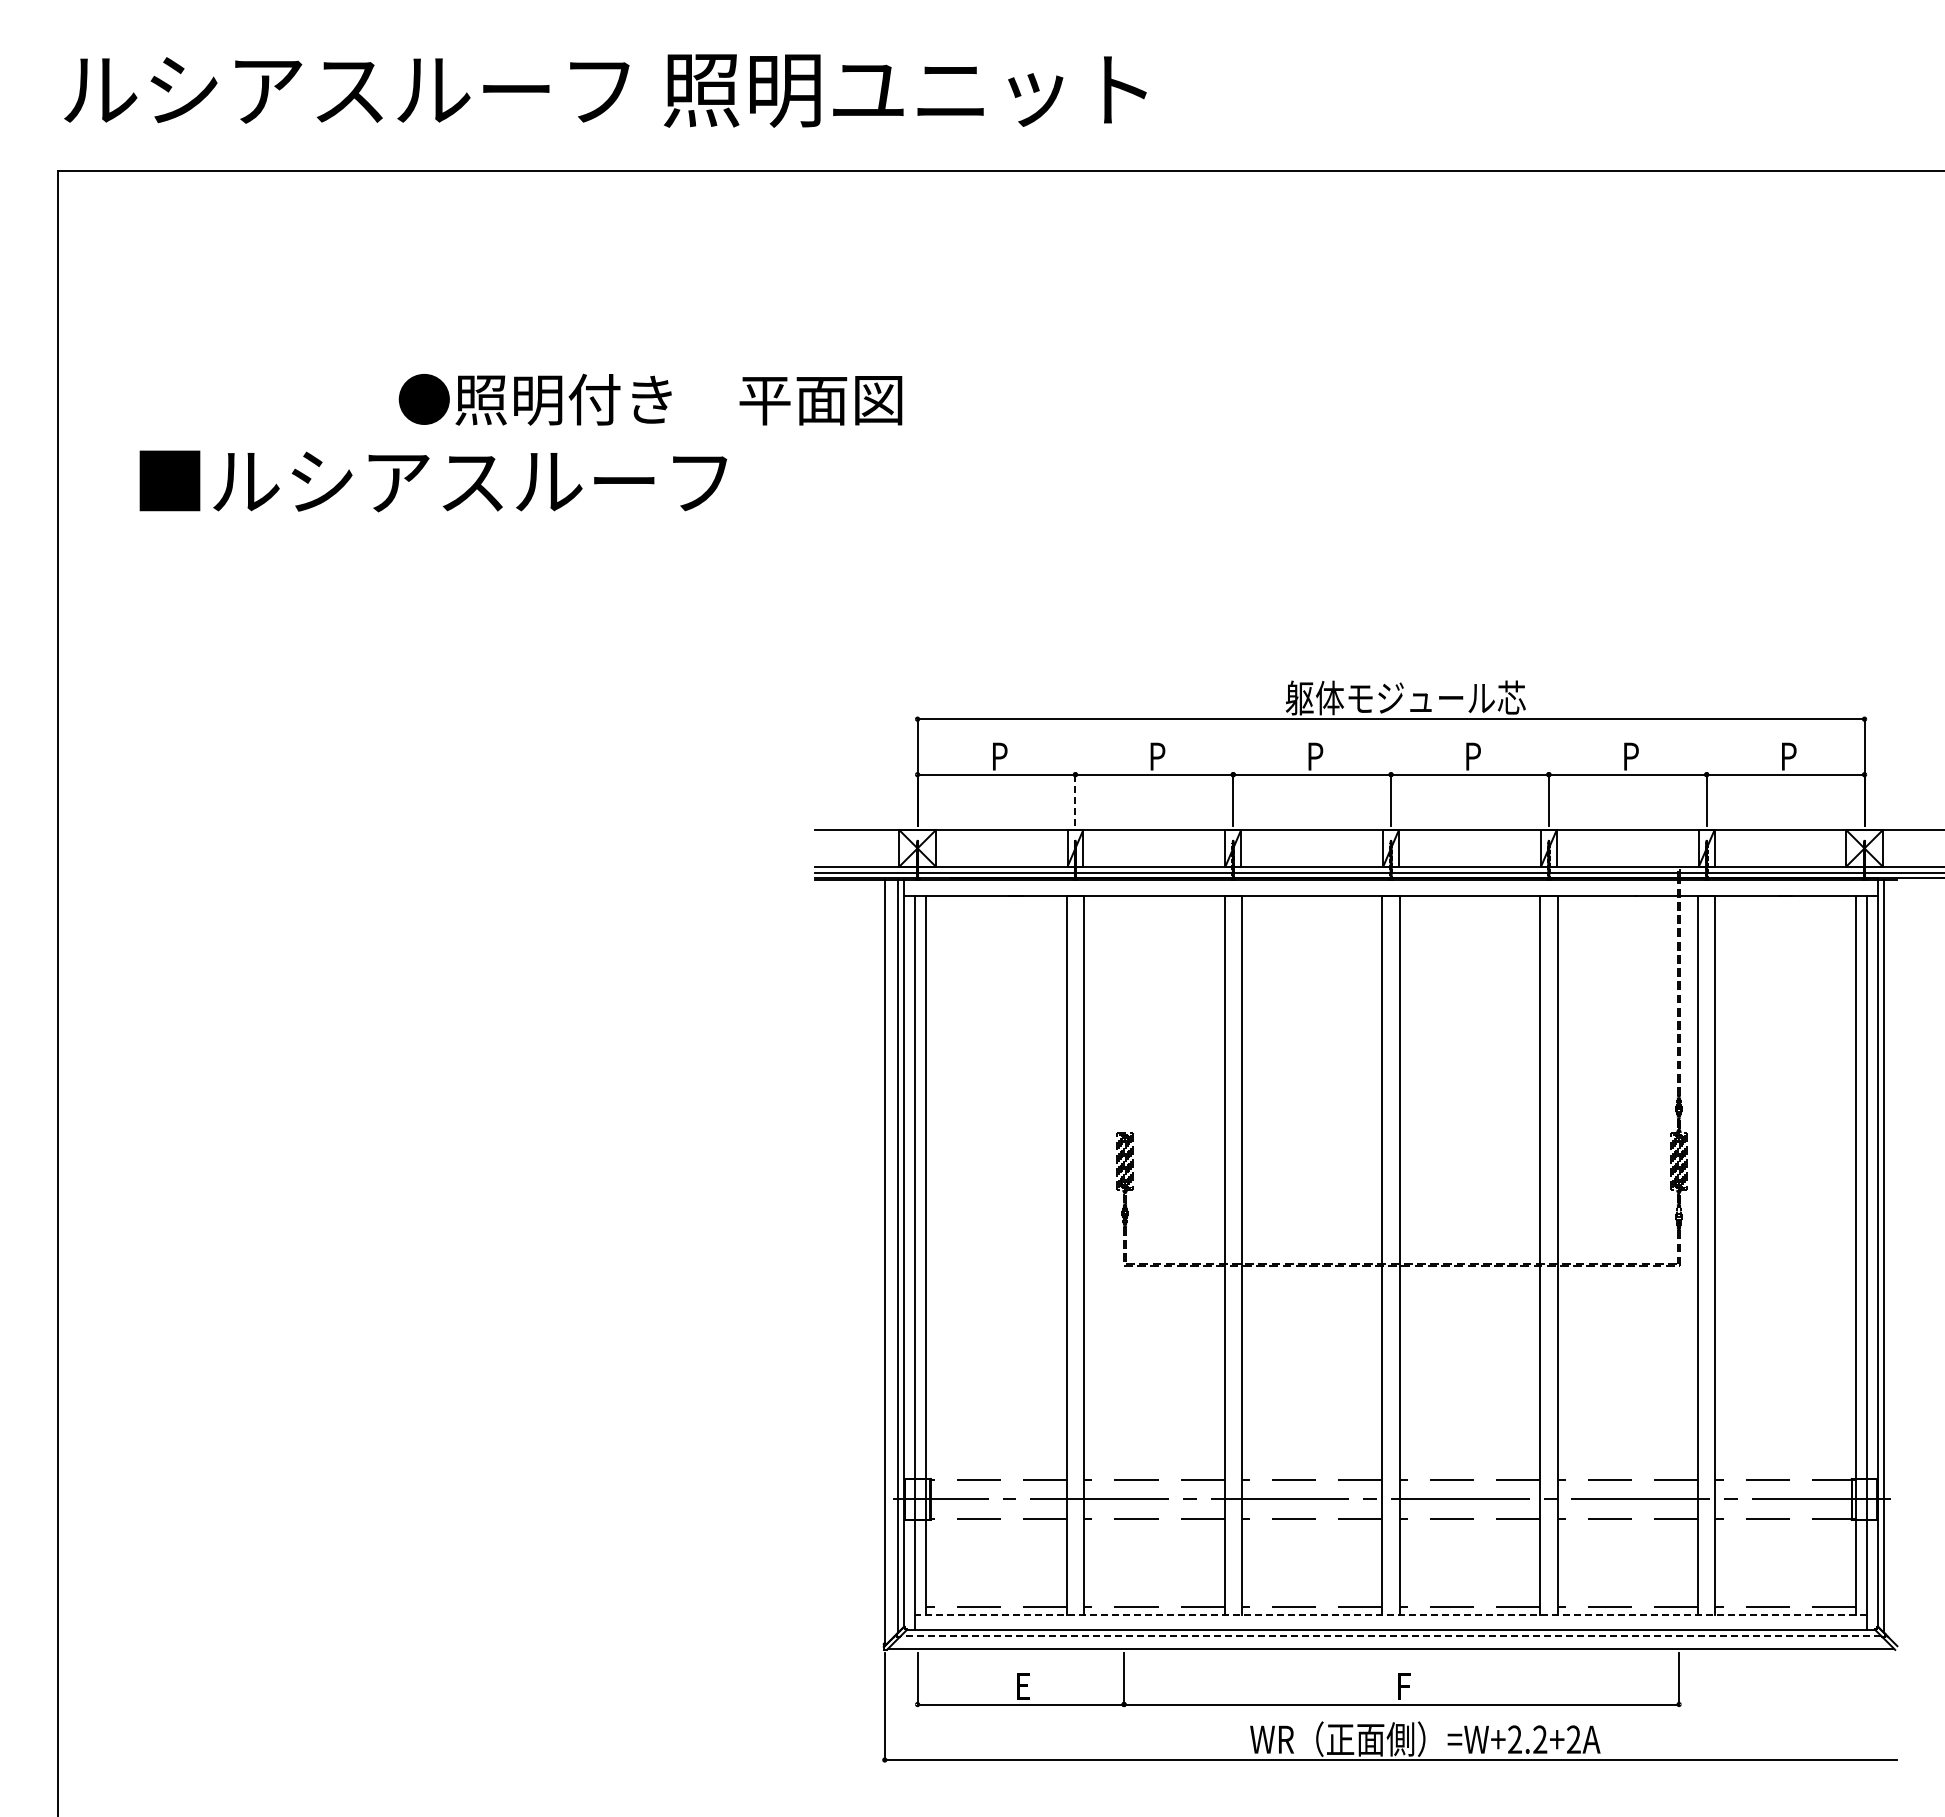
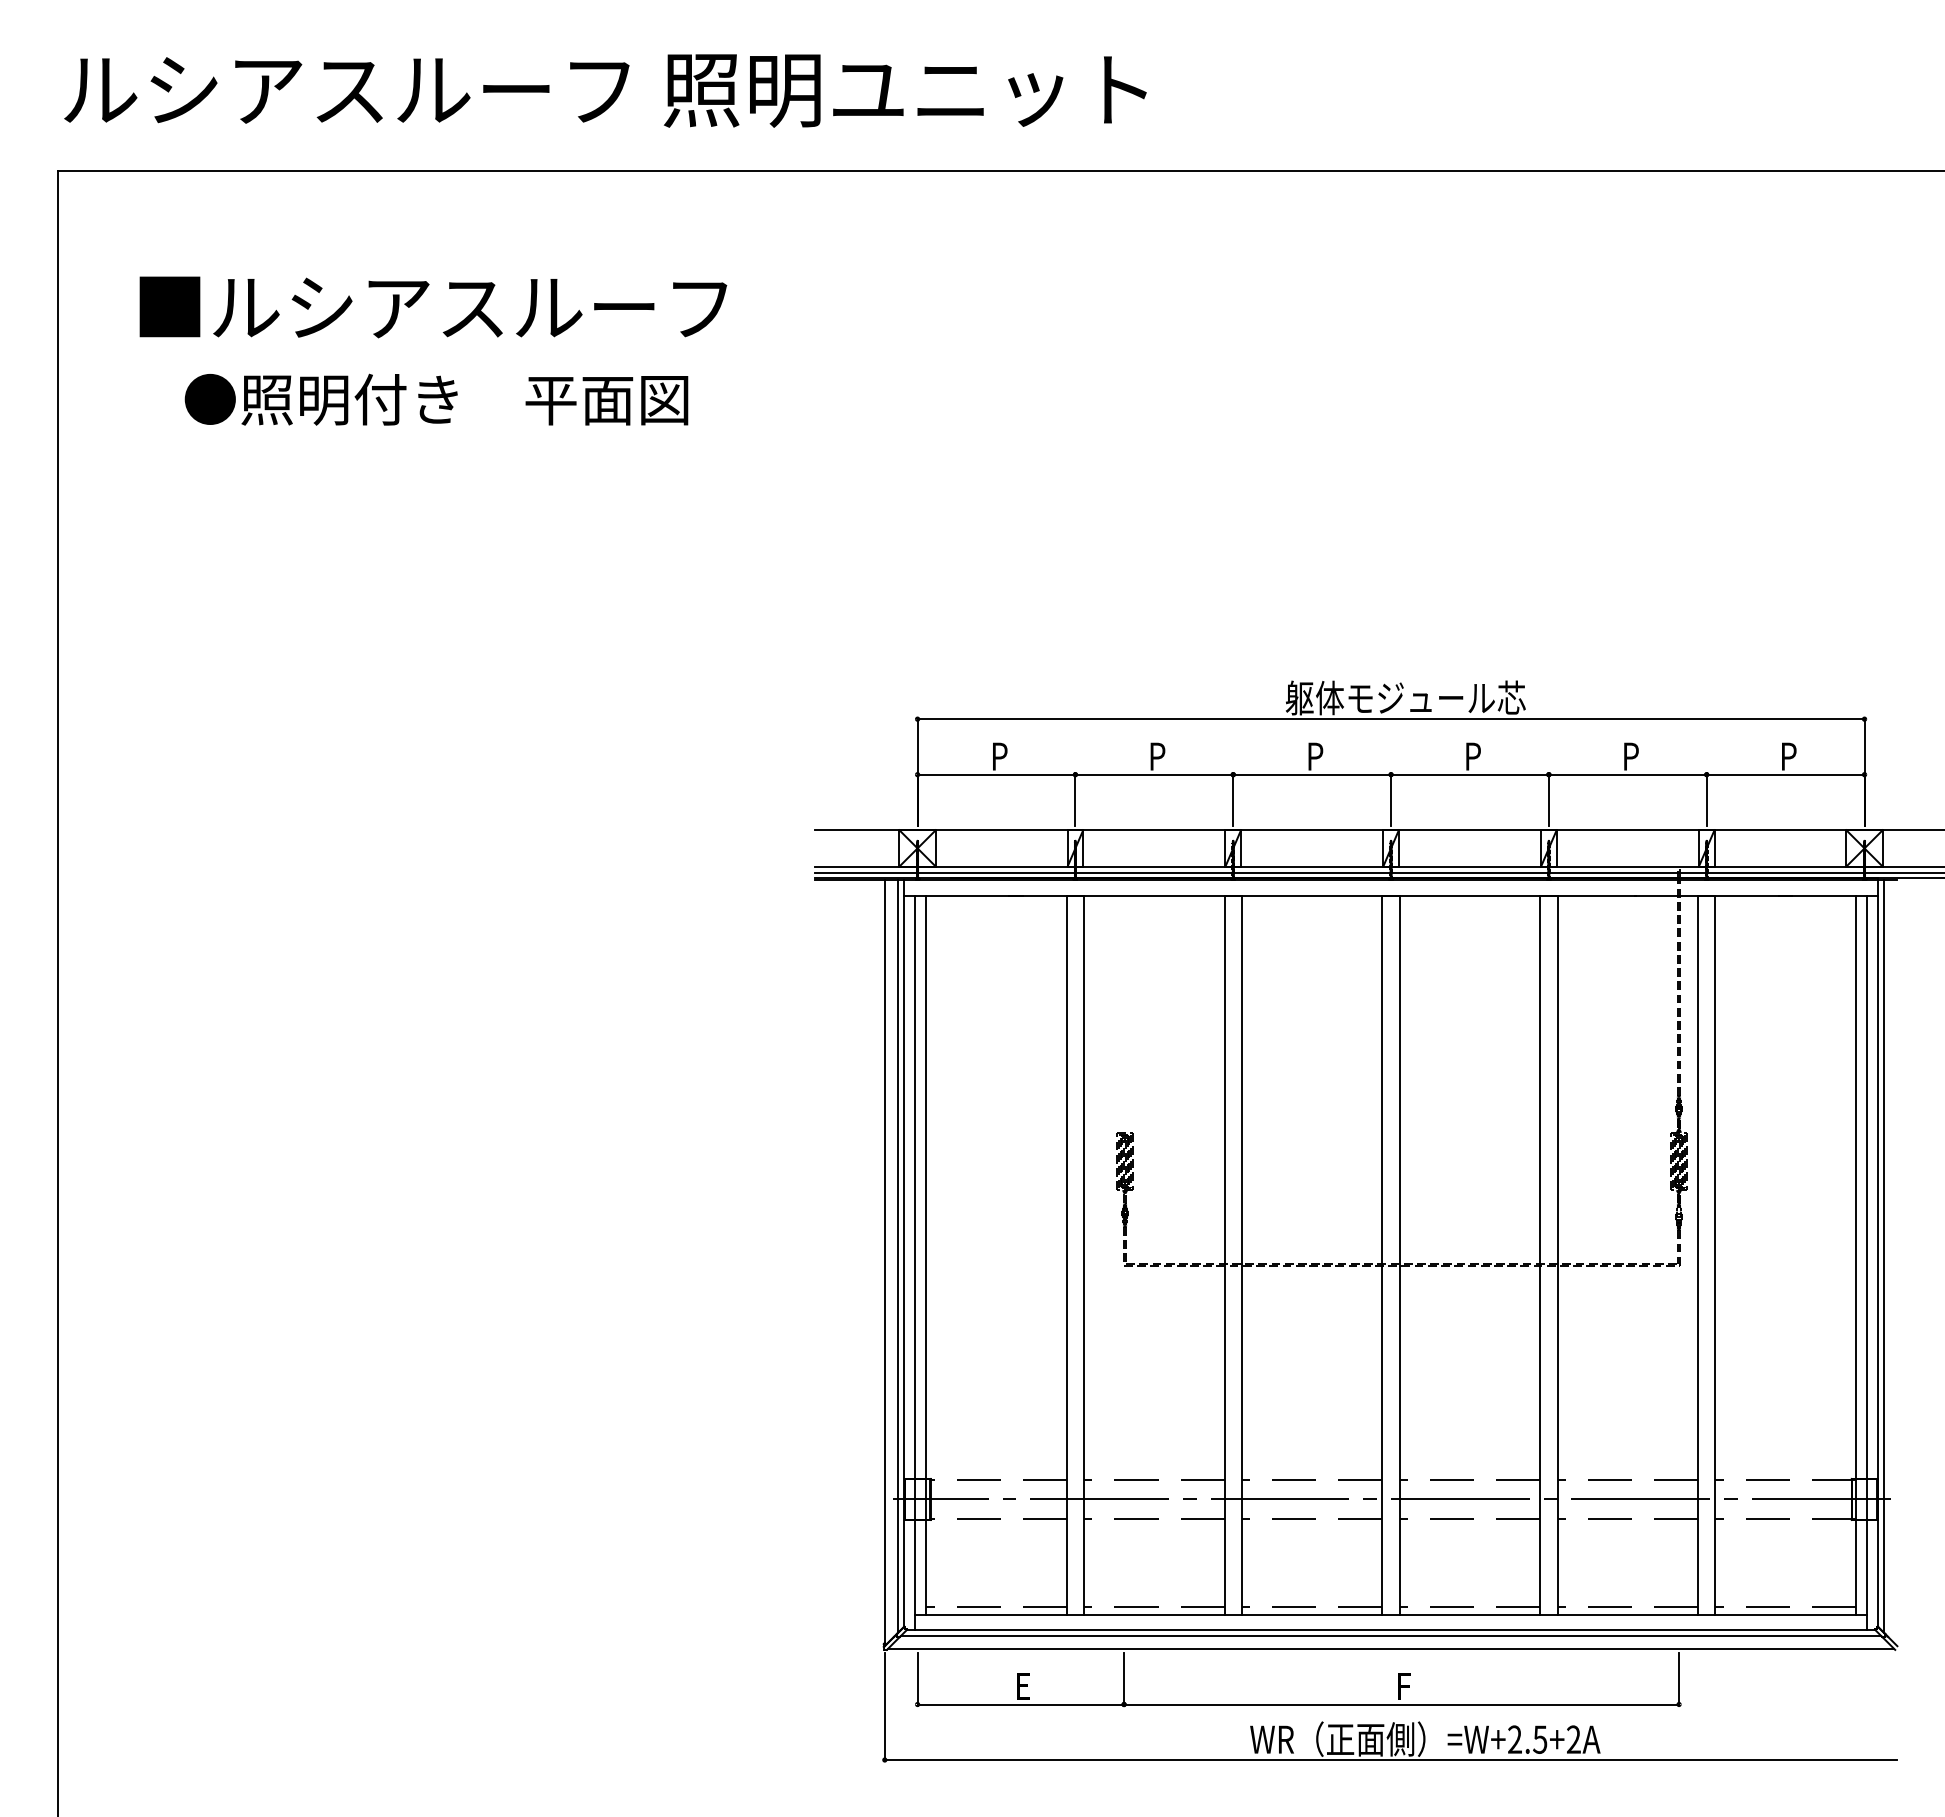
text at (650, 399) position: (650, 399) -> (436, 399)
text at (433, 481) position: (433, 481) -> (433, 307)
line at (1075, 799): dashed -> solid
line at (1391, 1615): dashed -> solid
line at (1390, 1636): dashed -> solid
text at (1540, 1739): =W+2.2+2A -> =W+2.5+2A
